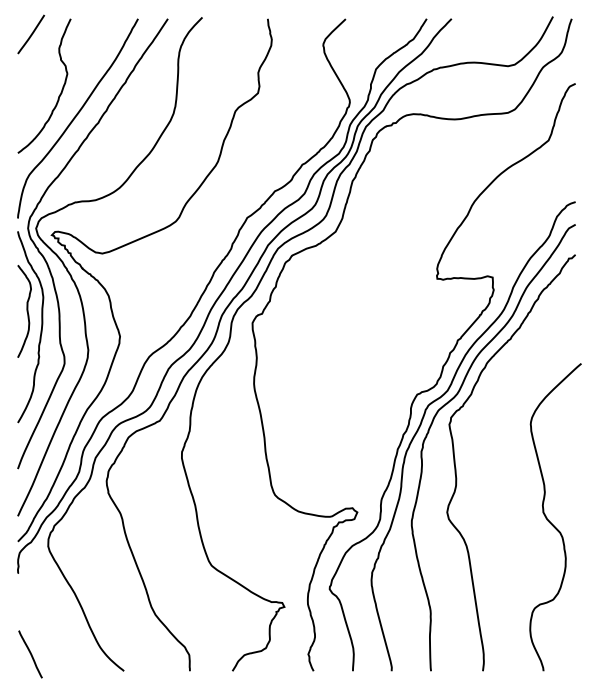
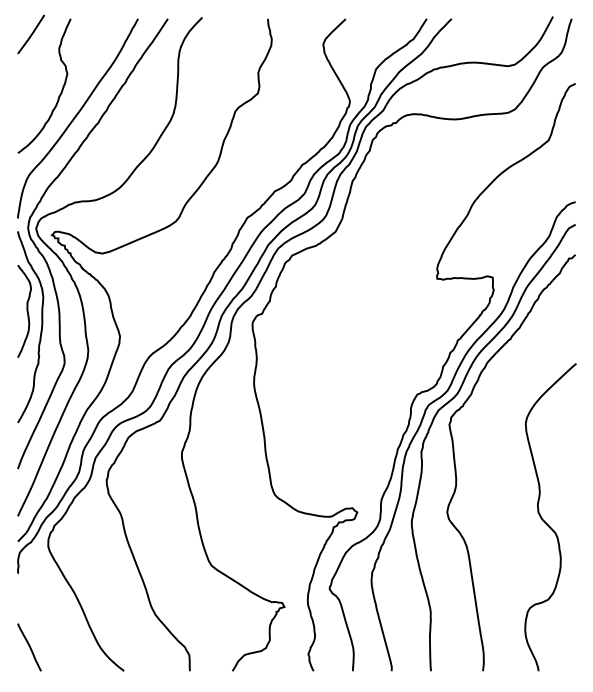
curve at (550, 521) position: (550, 521) -> (545, 521)
line at (30, 654) position: (30, 654) -> (29, 647)
